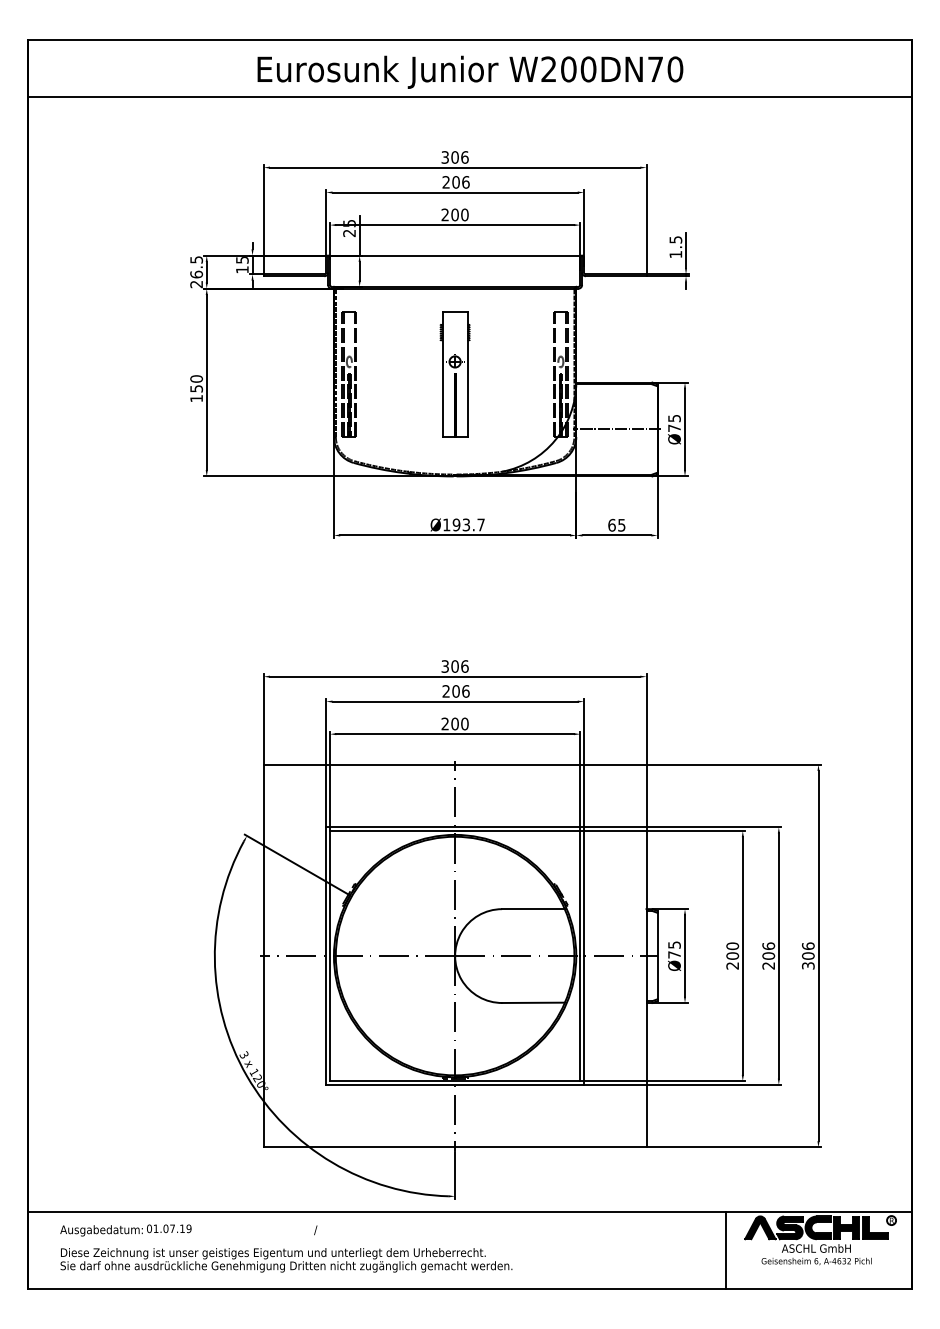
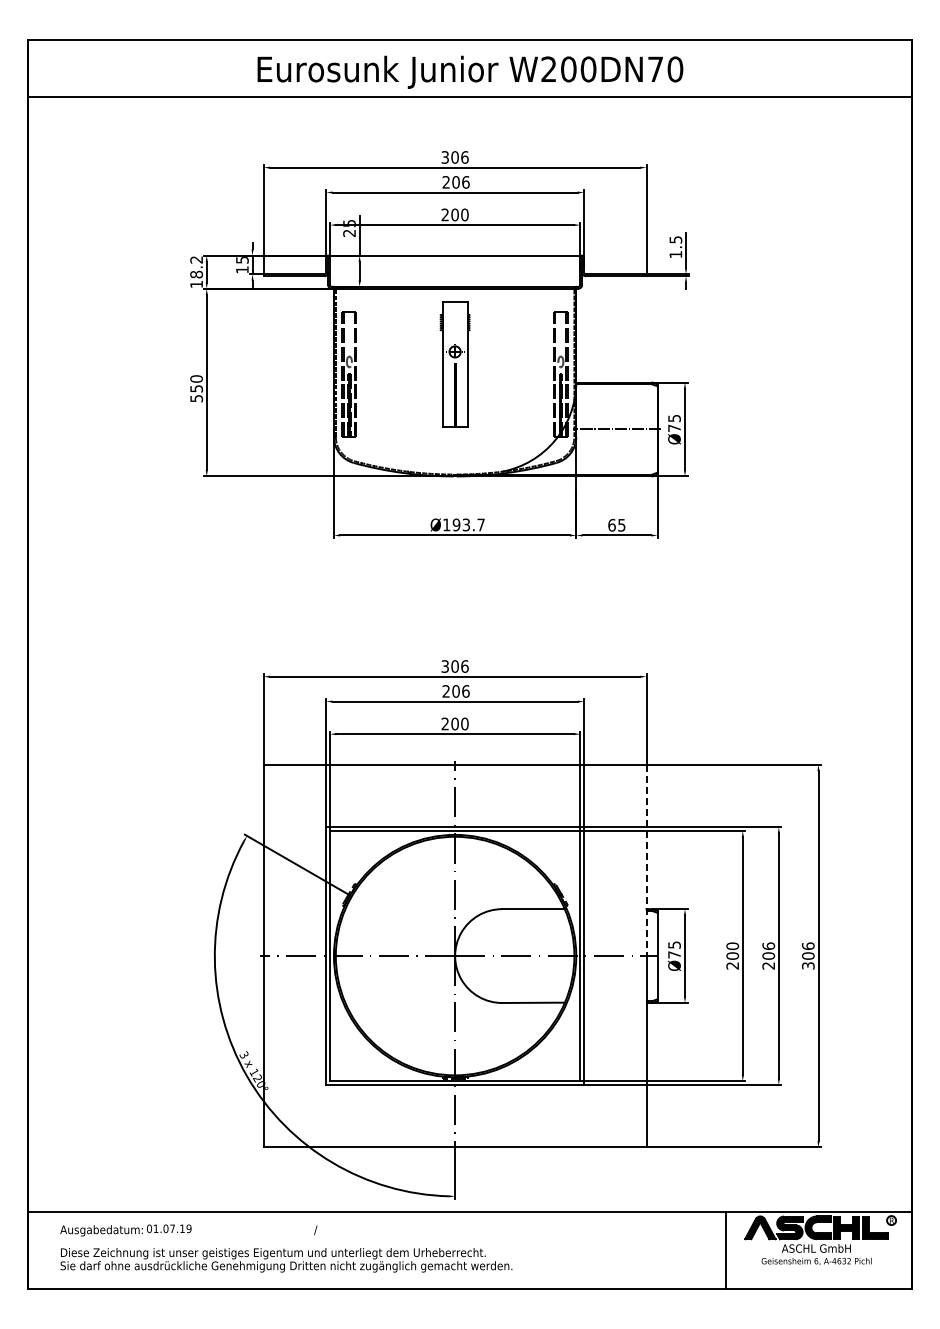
text at (196, 272): 26.5 -> 18.2
part at (454, 374) position: (454, 374) -> (454, 364)
text at (196, 398): 150 -> 550
line at (646, 860): solid -> dashed
